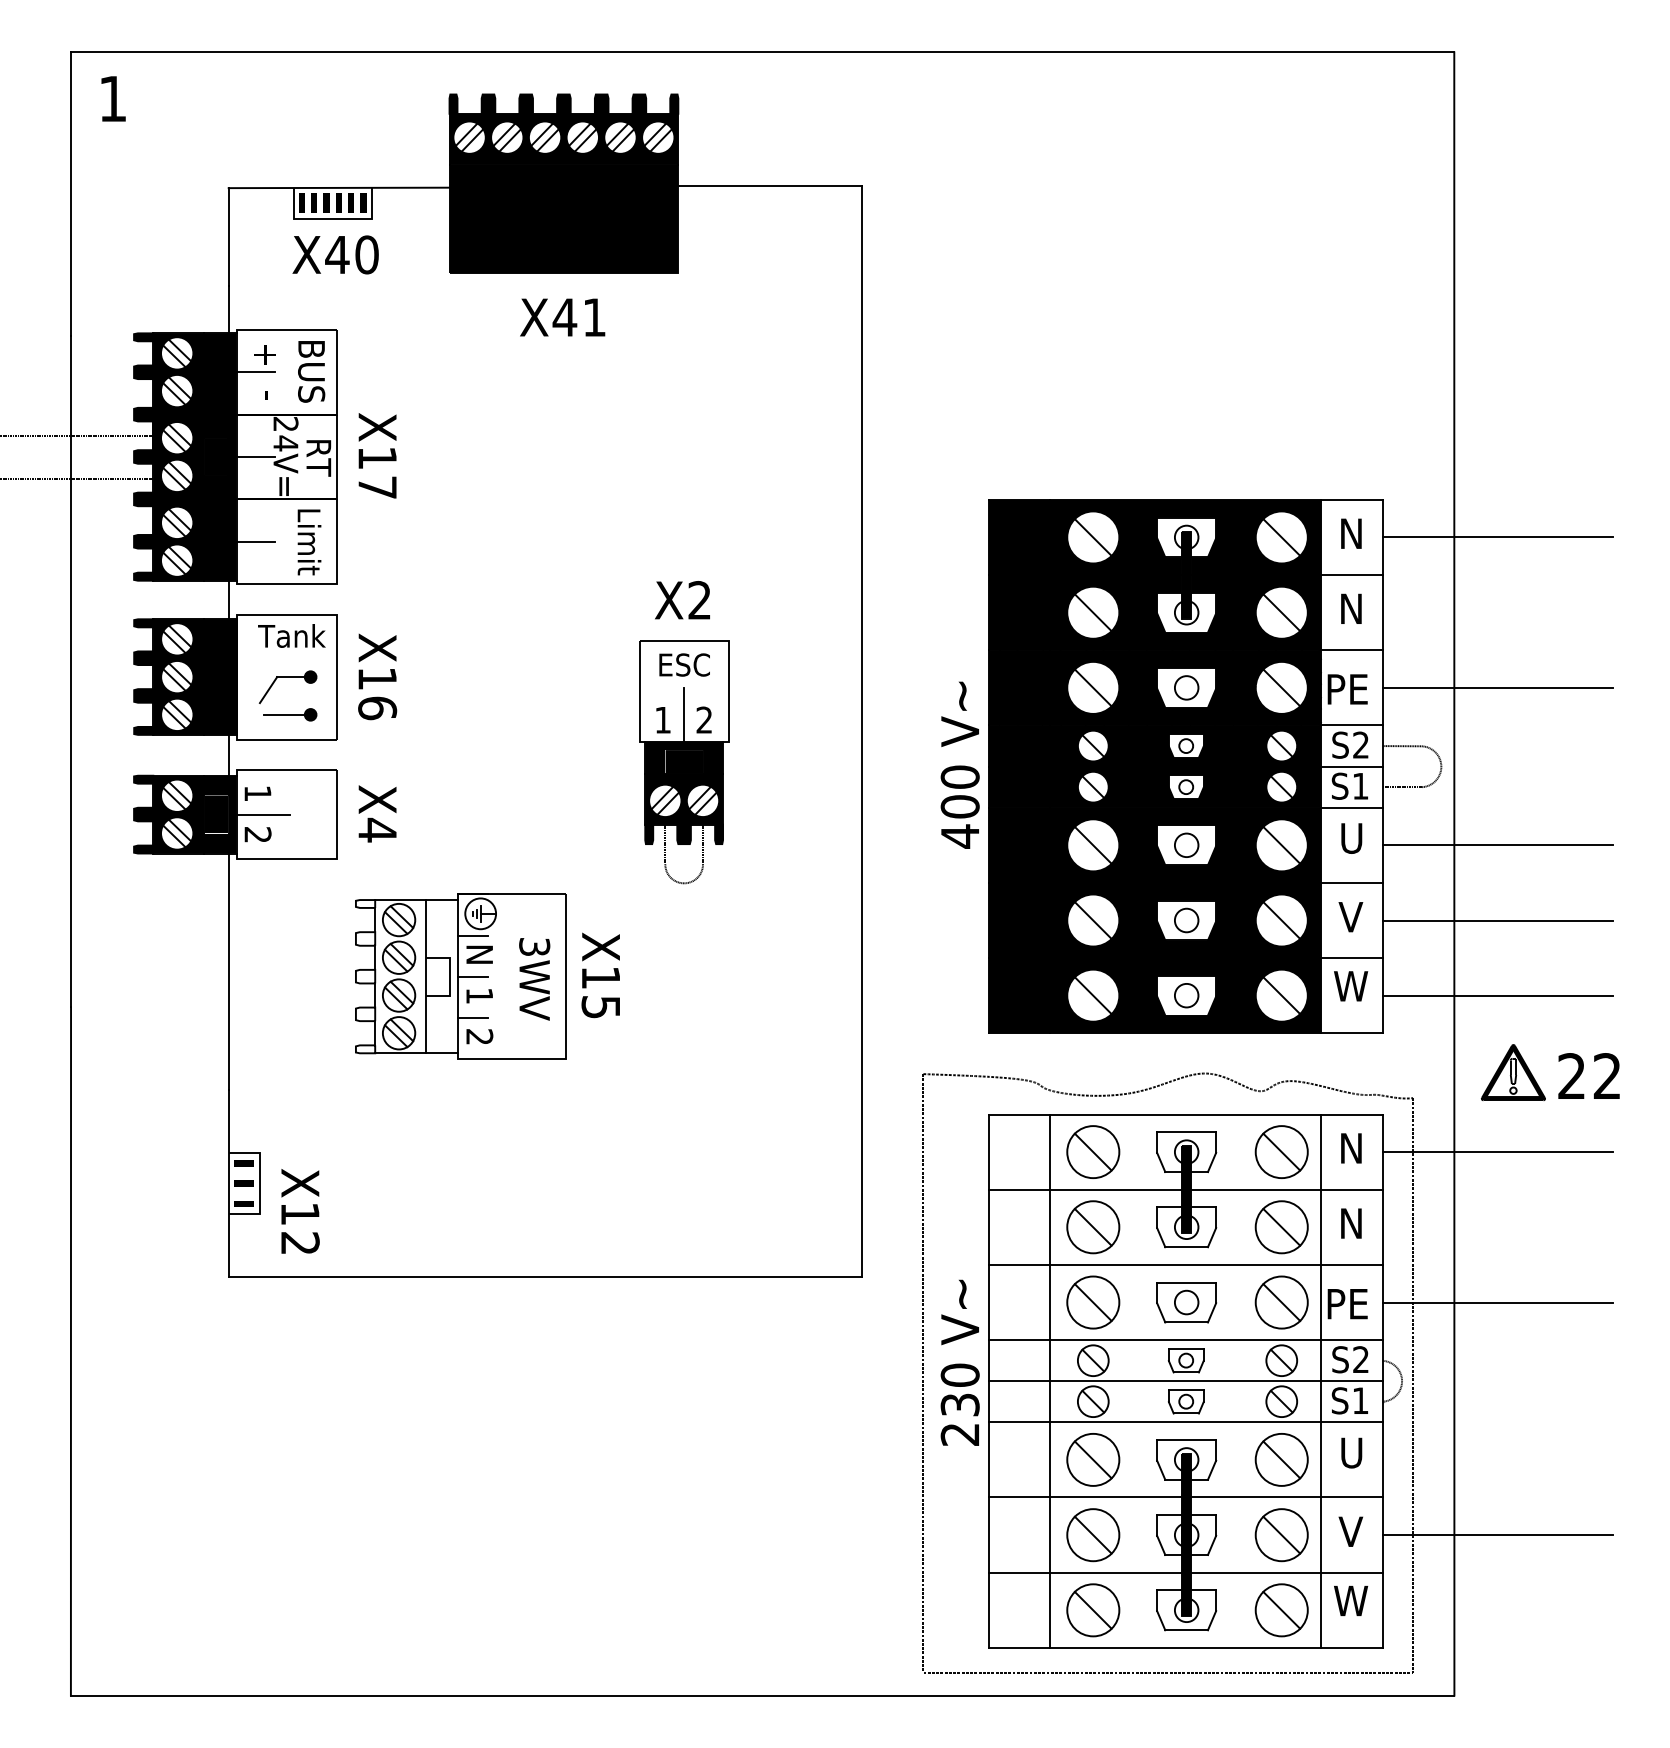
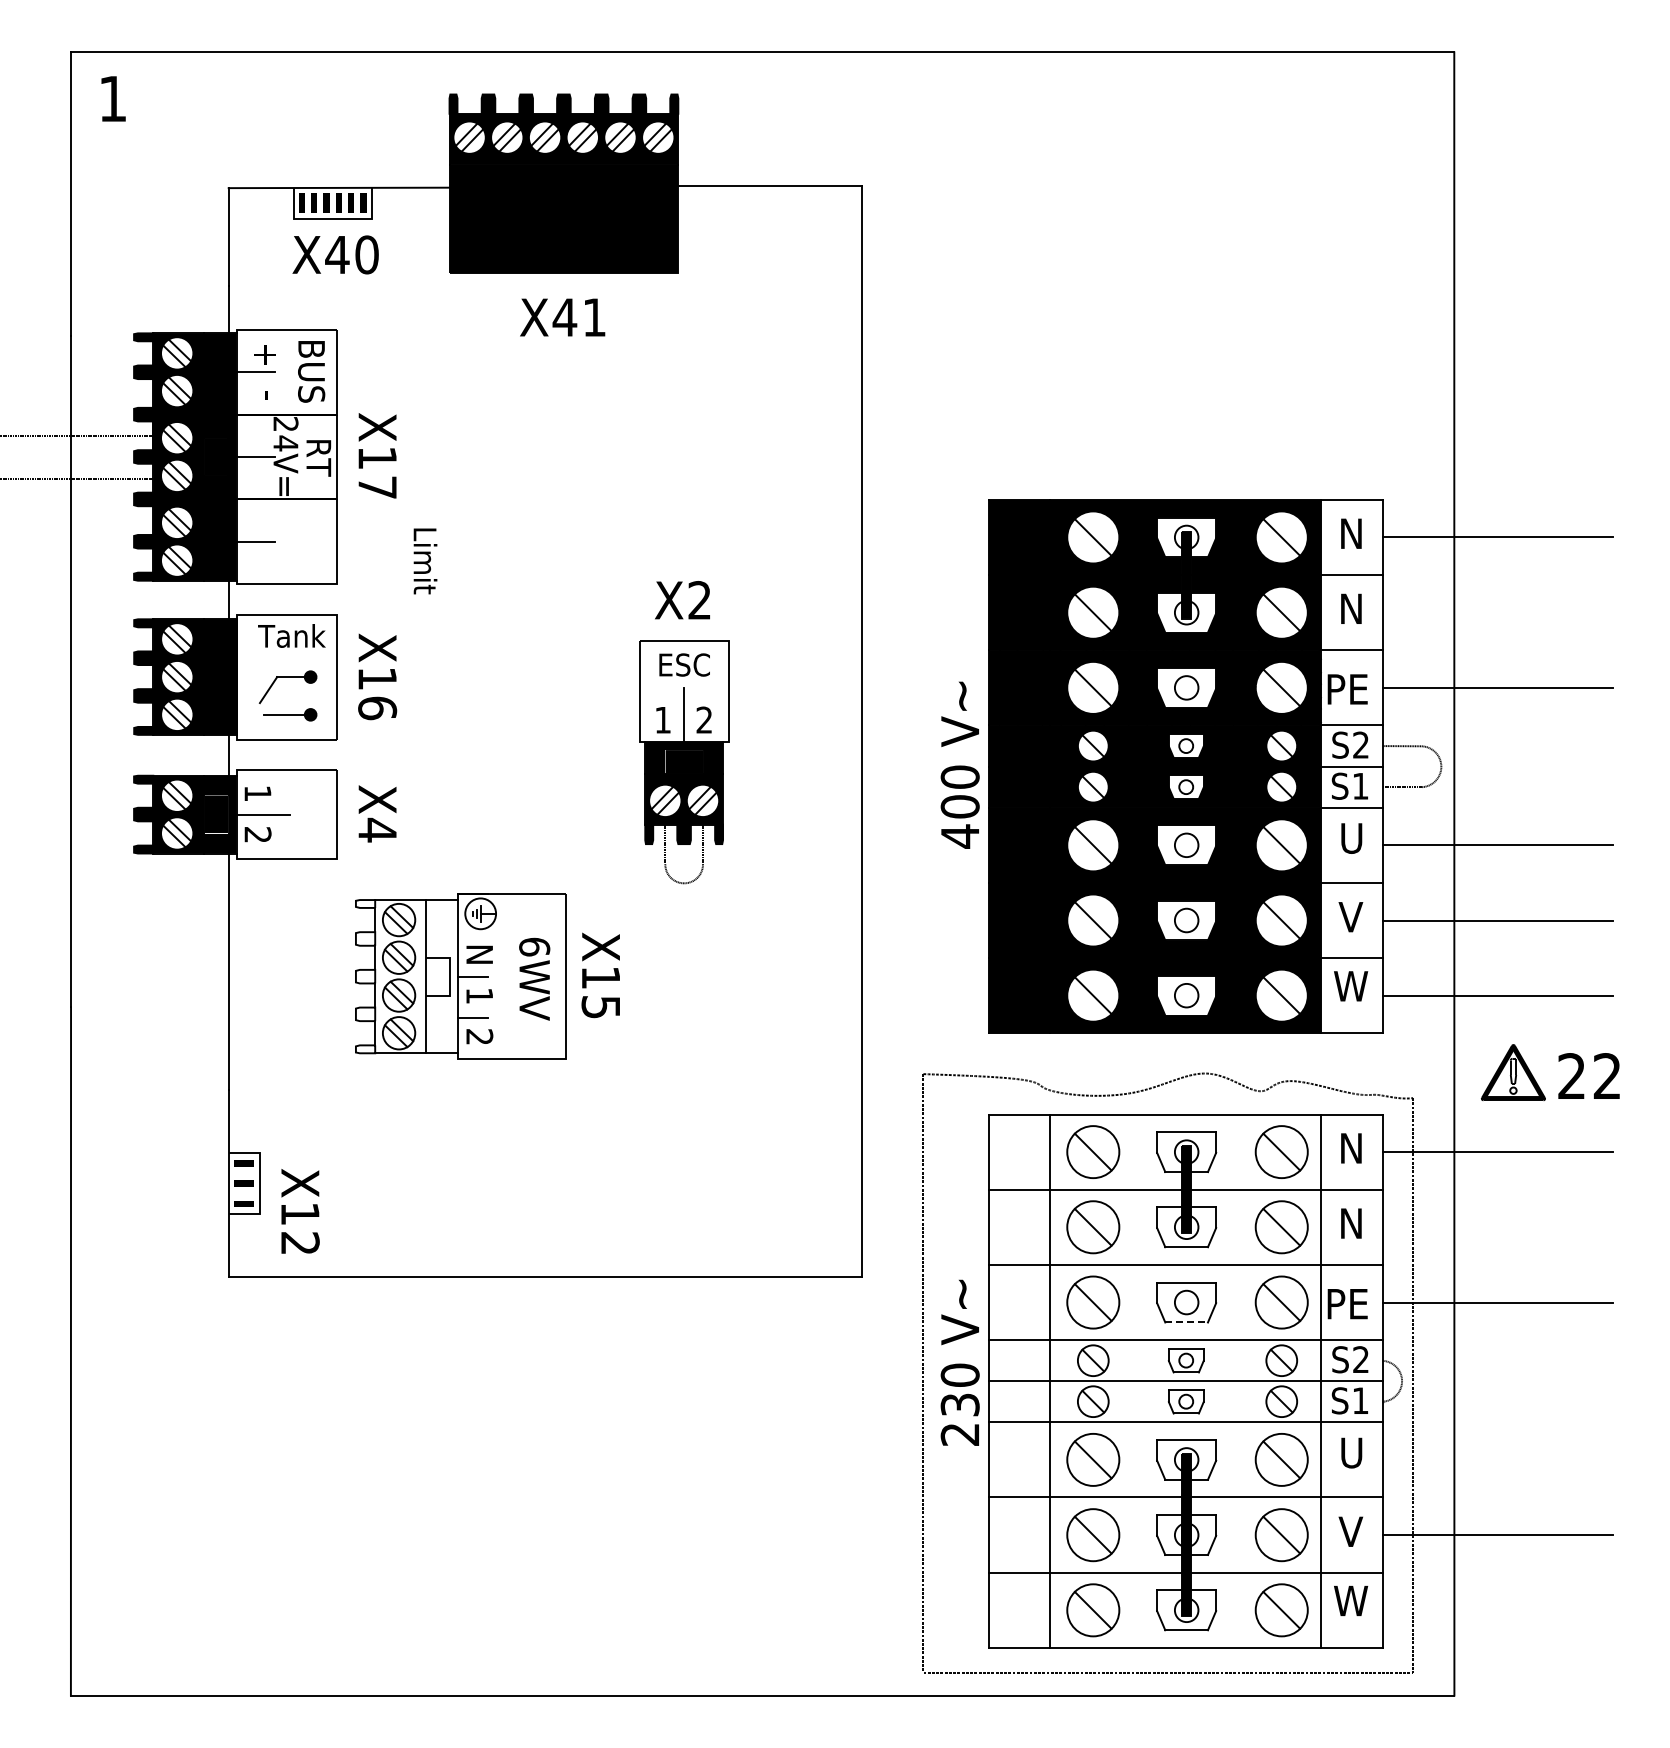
text at (309, 542) position: (309, 542) -> (425, 561)
line at (473, 935): present -> none
text at (534, 946): 3WV -> 6WV
line at (1187, 1322): solid -> dashed
